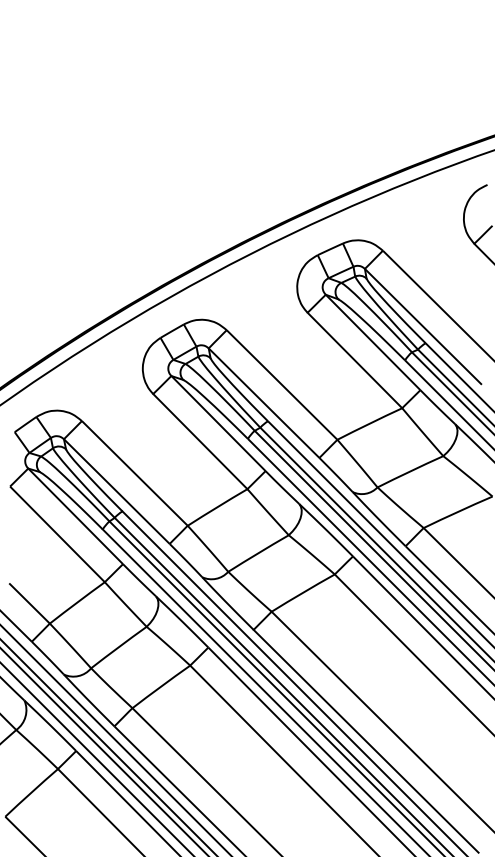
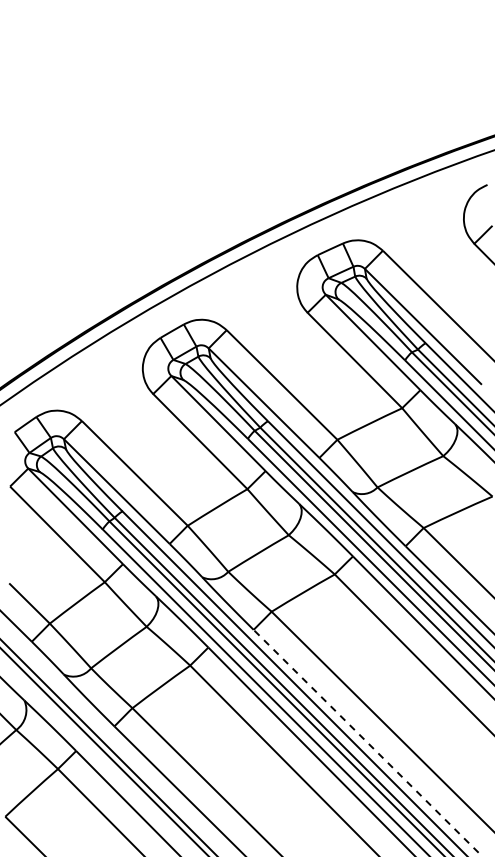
line at (115, 739): present -> none
line at (365, 740): solid -> dashed
line at (96, 758): present -> none
